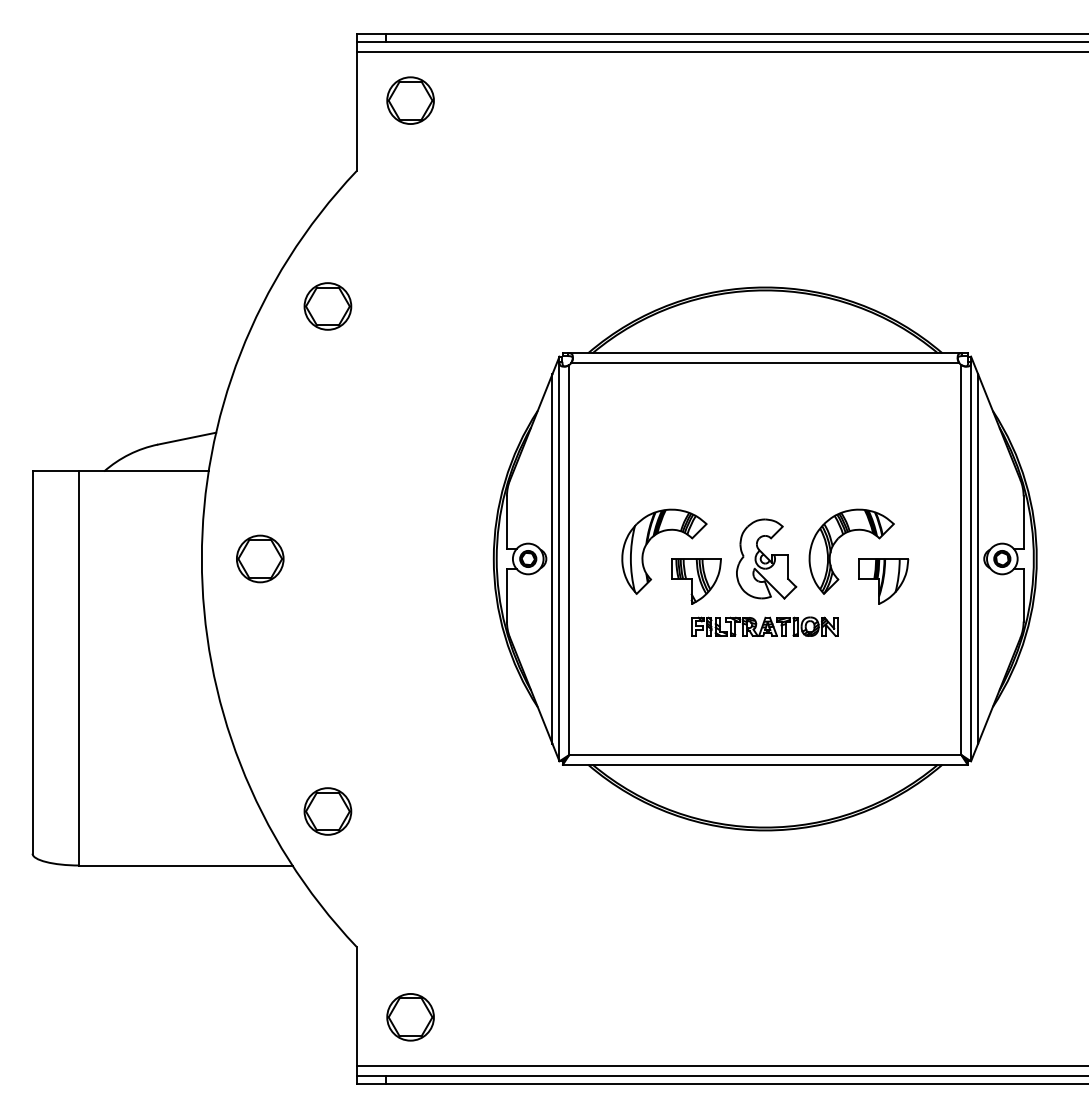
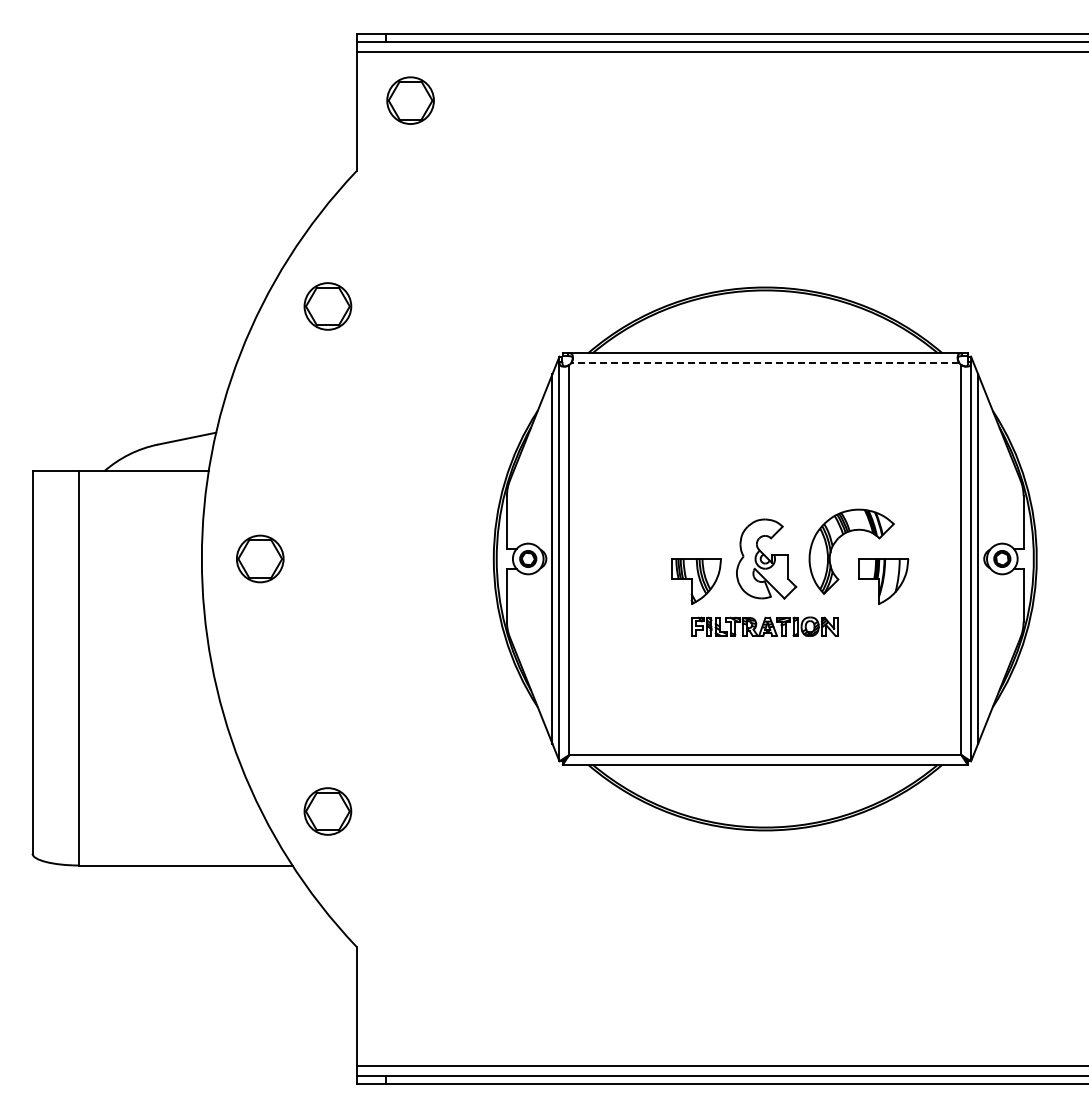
line at (764, 363): solid -> dashed
part at (652, 538): present -> none
part at (410, 1017): present -> none
